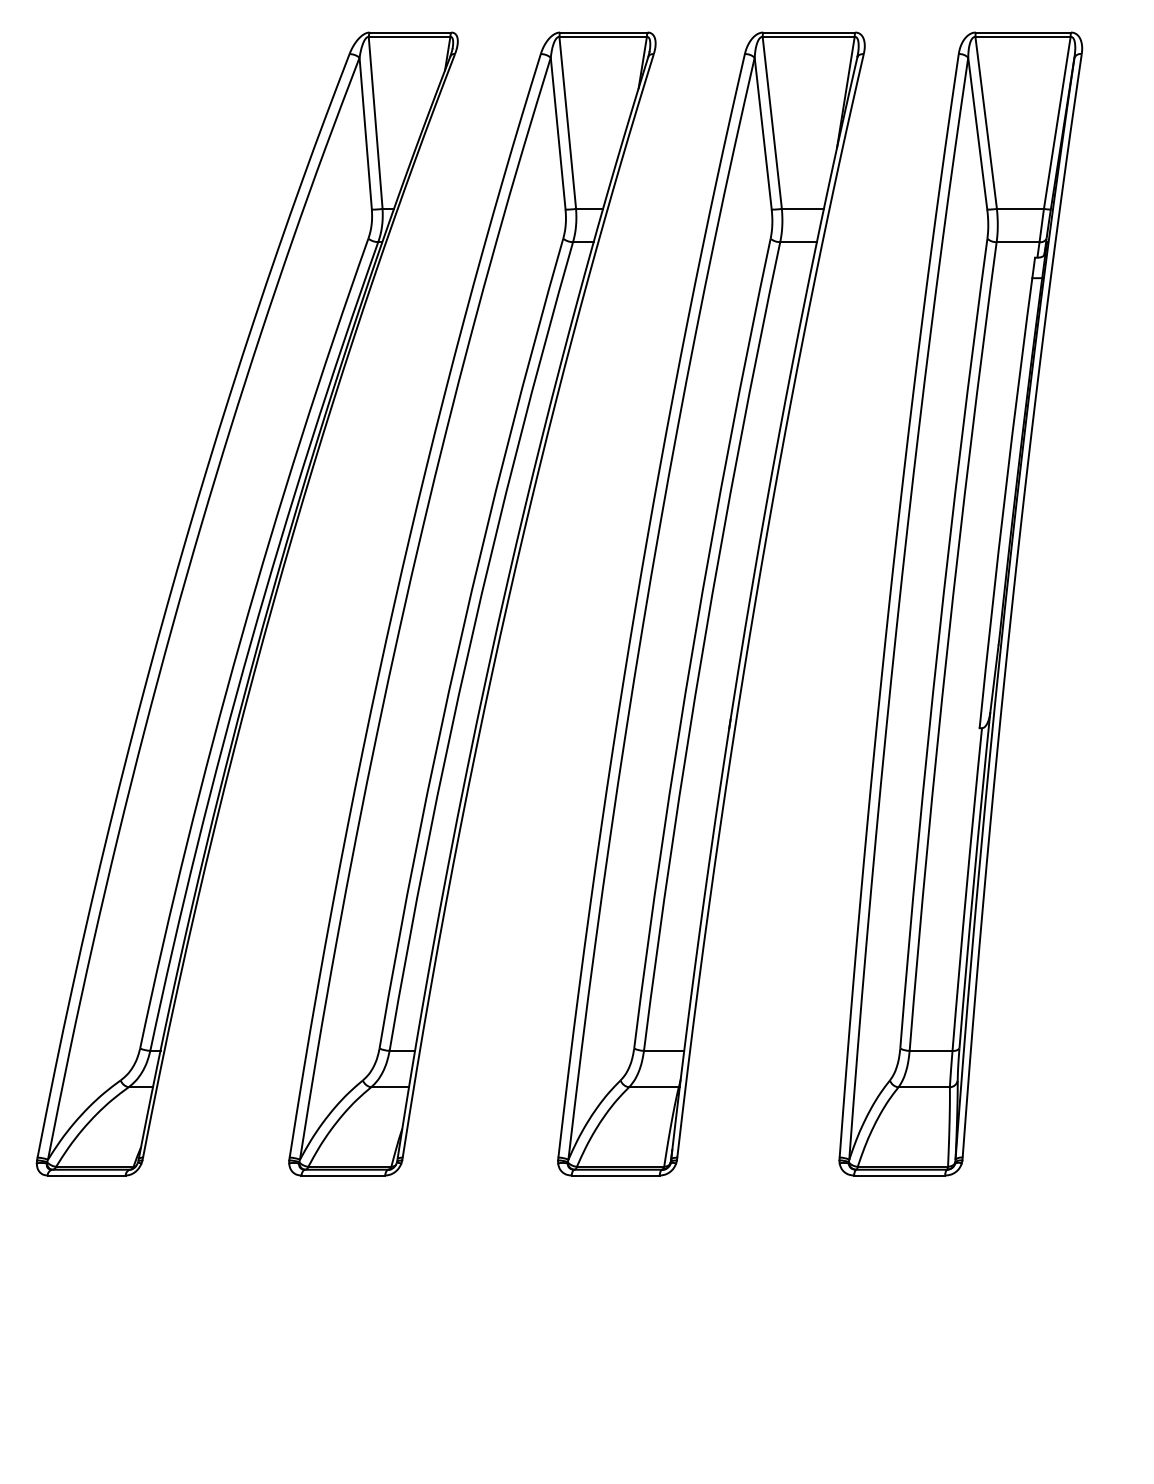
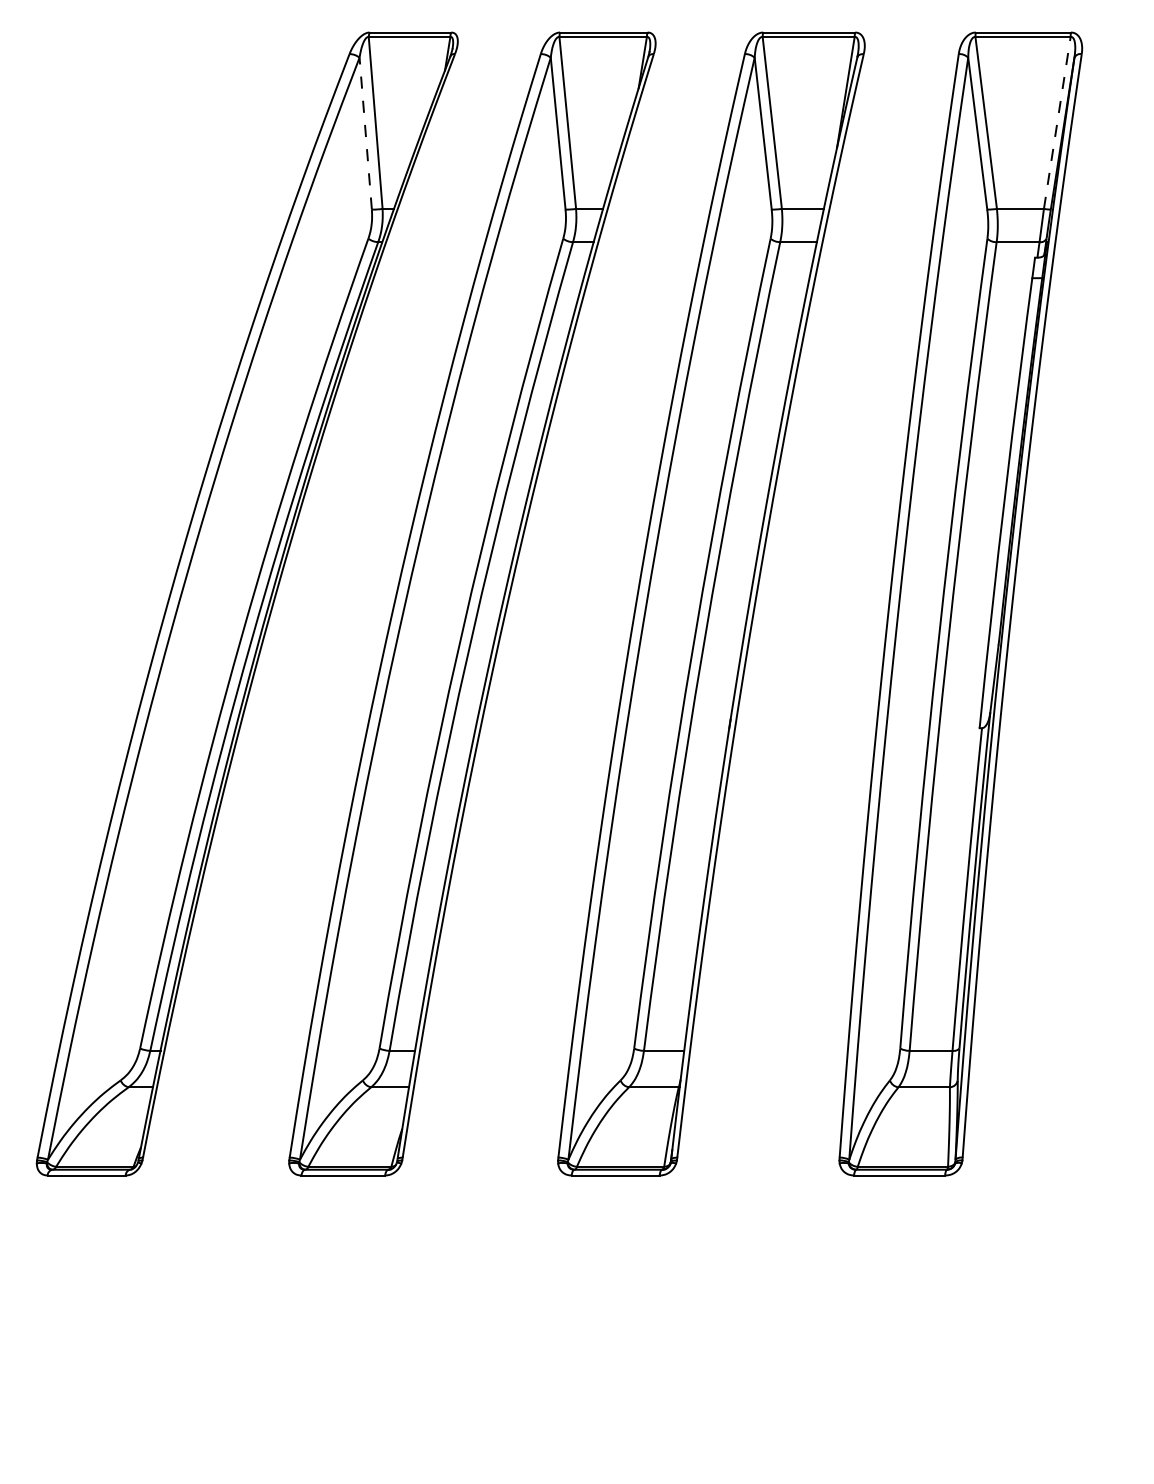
line at (1057, 122): solid -> dashed
line at (365, 133): solid -> dashed
